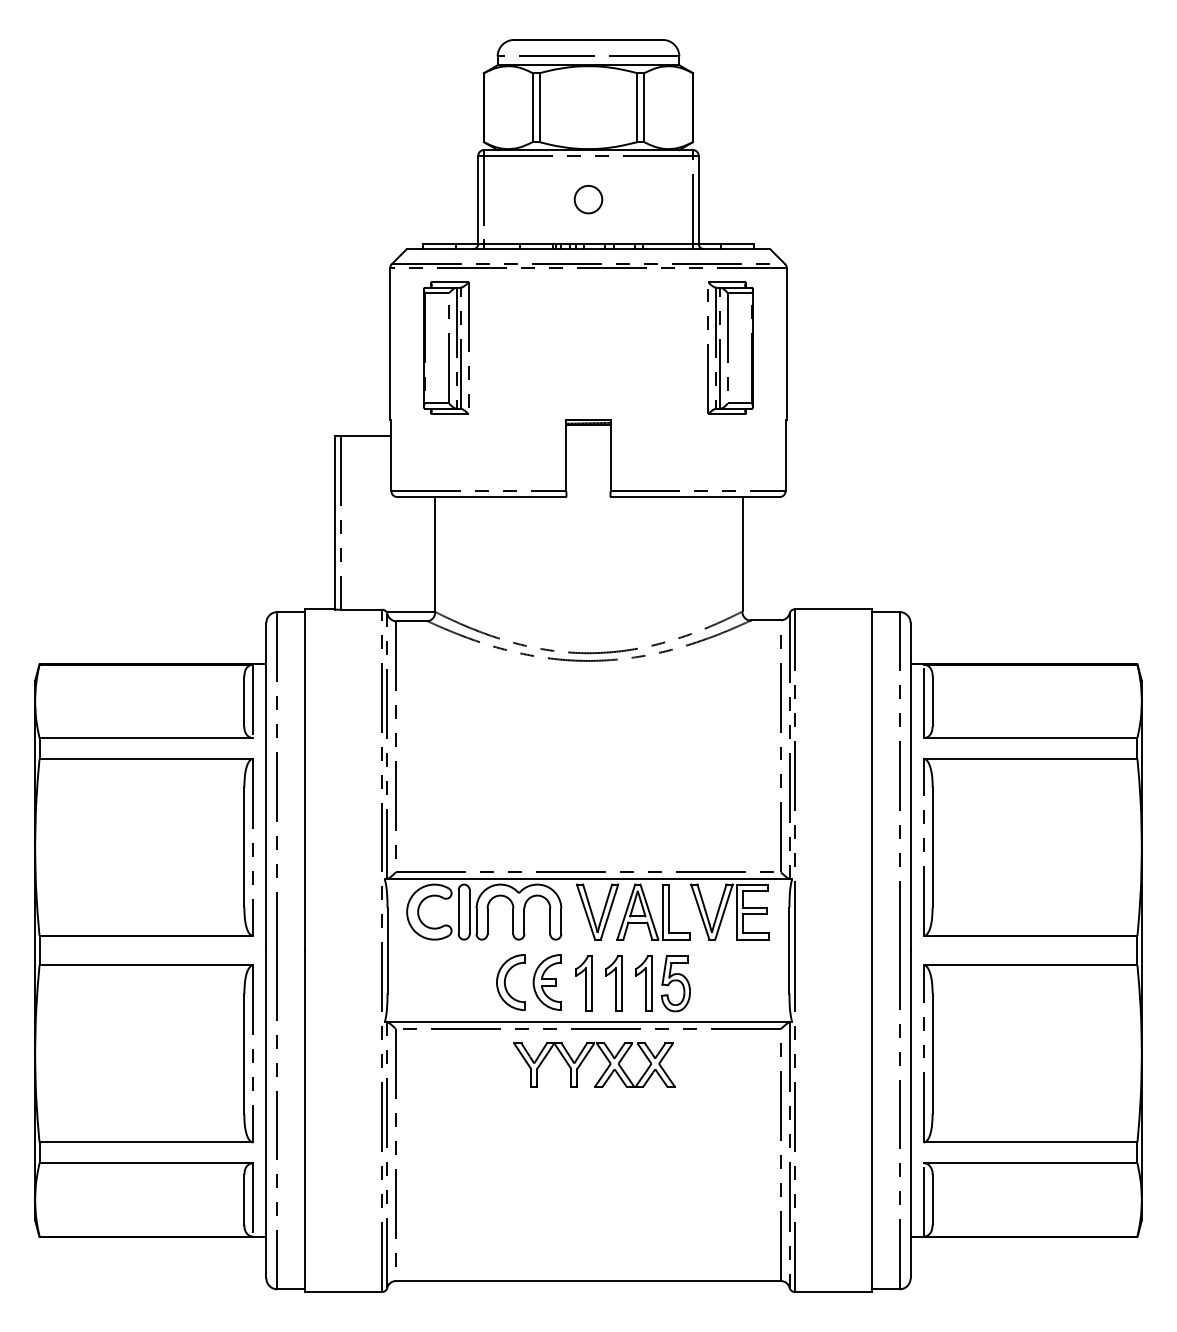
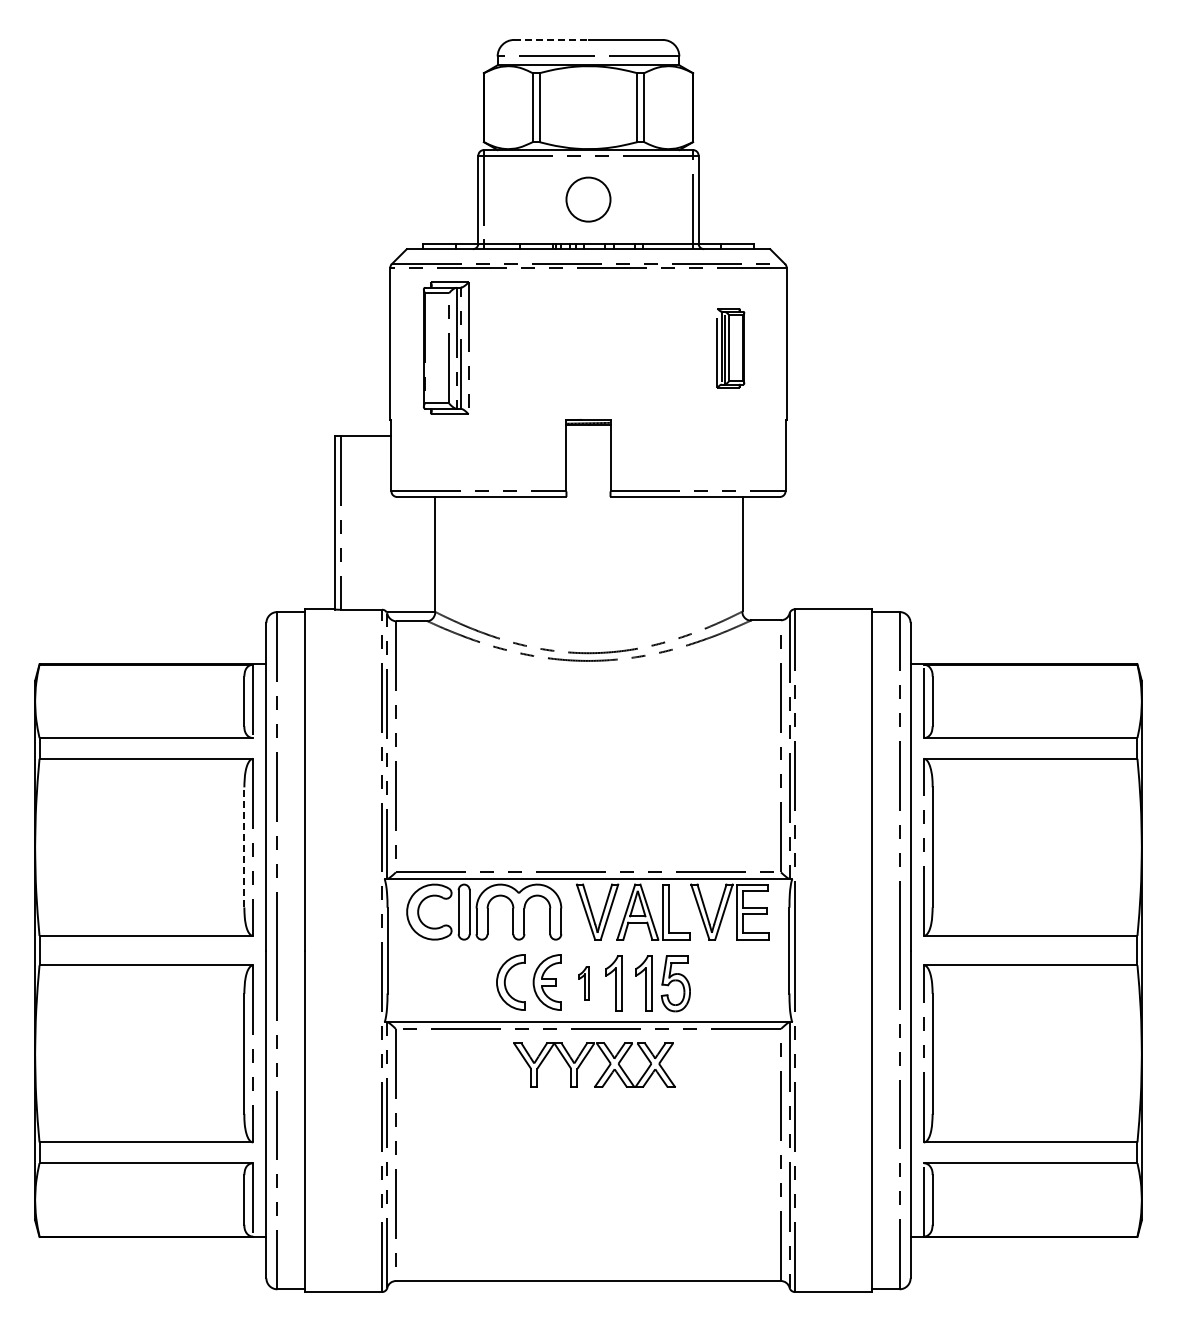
line at (551, 39): solid -> dashed
circle at (588, 199) diameter: 28 px -> 44 px
part at (730, 347) size: 48x134 px -> 30x81 px
line at (244, 846): solid -> dashed
part at (583, 983) size: 18x57 px -> 12x35 px
